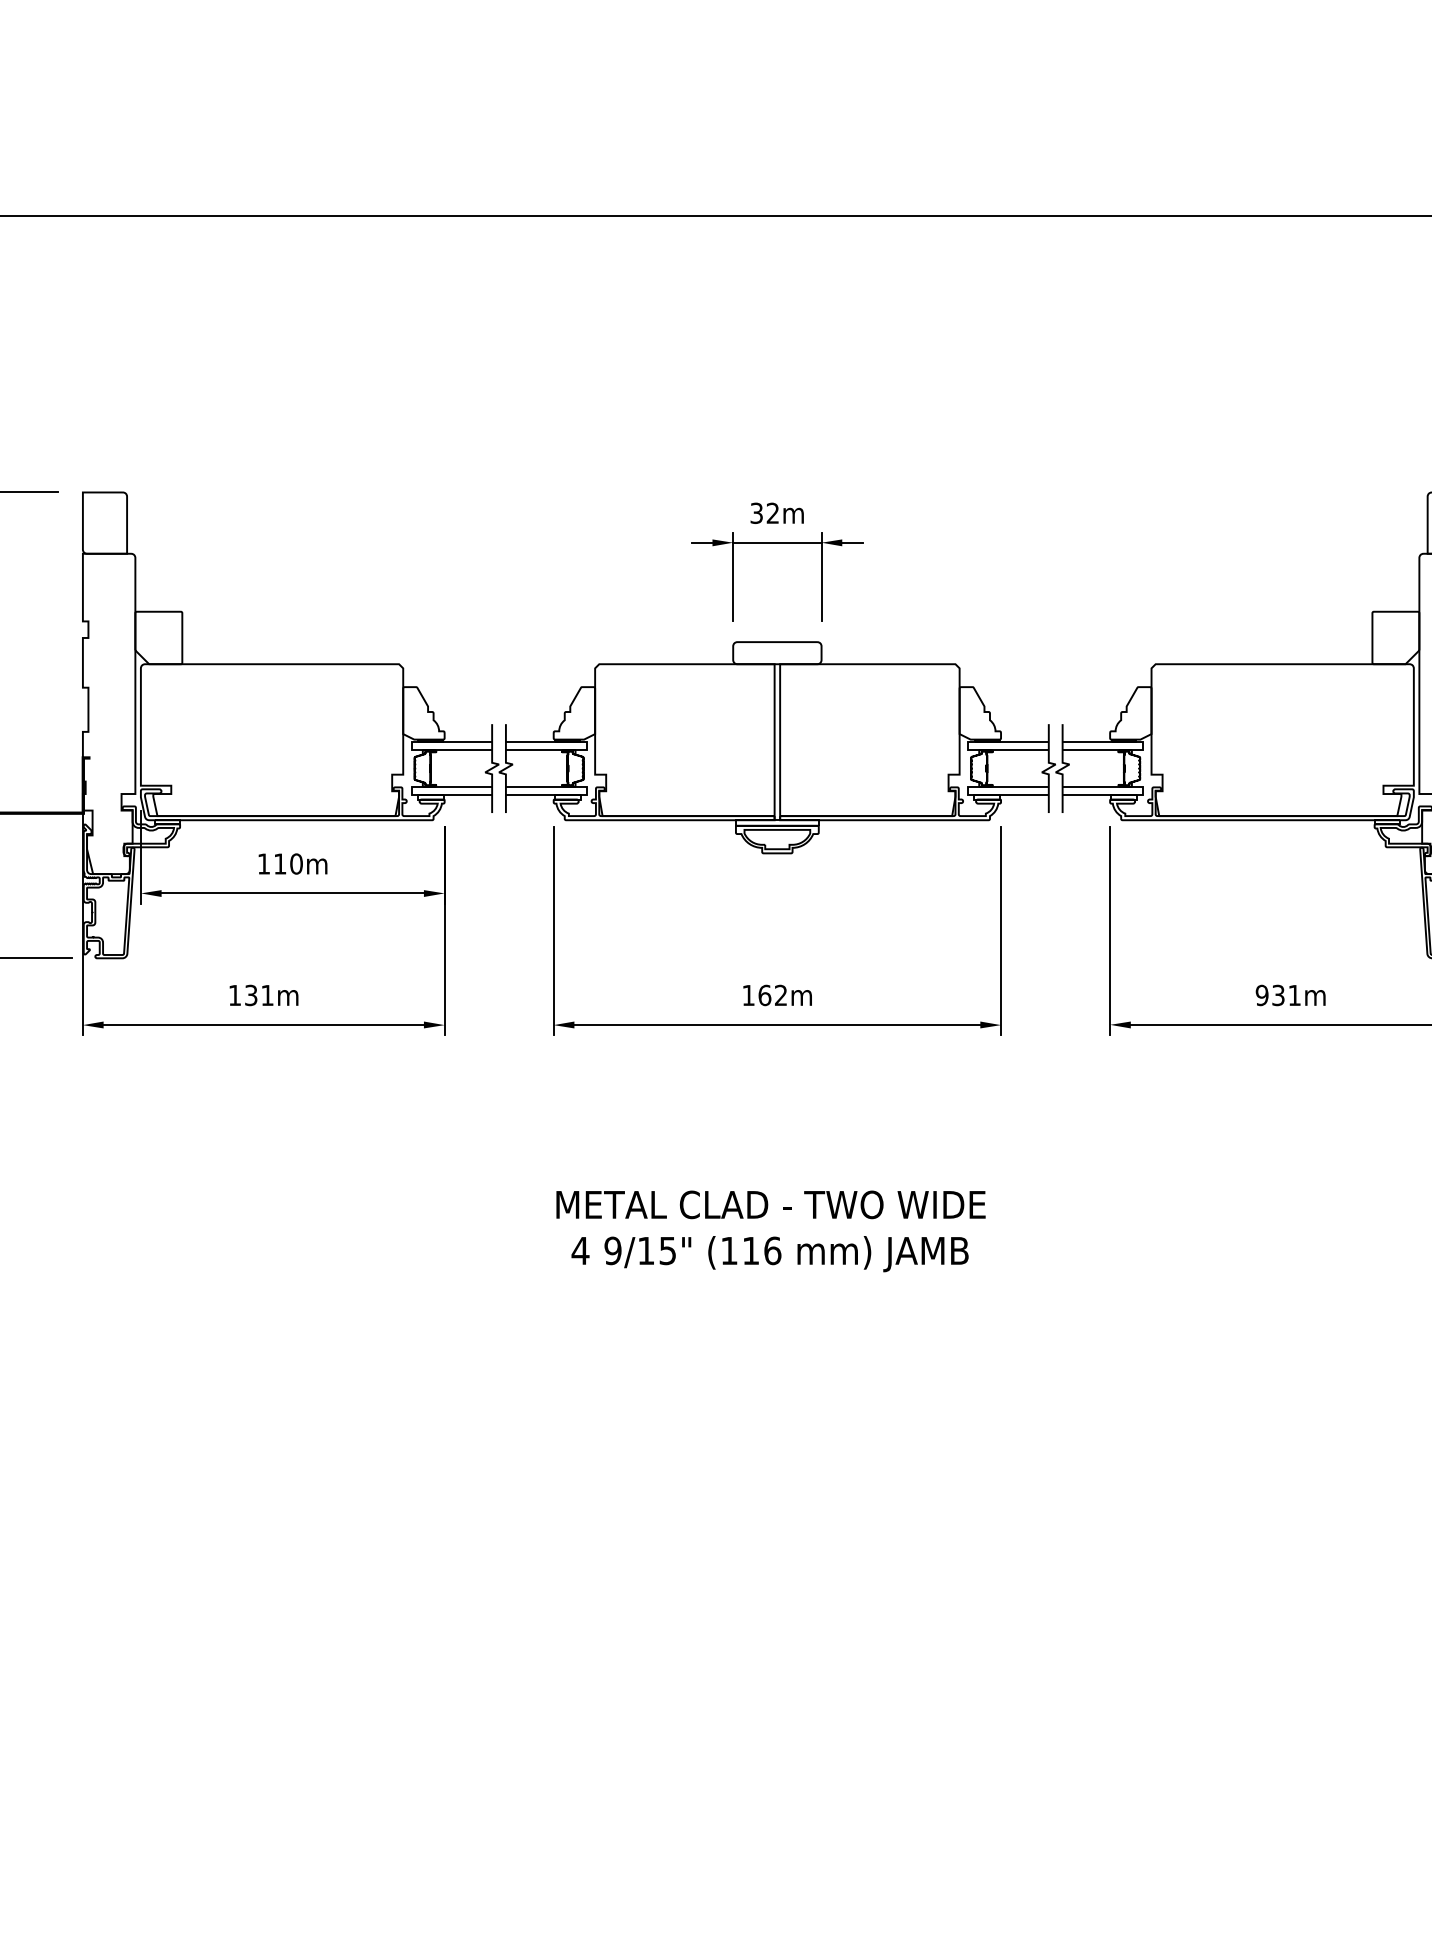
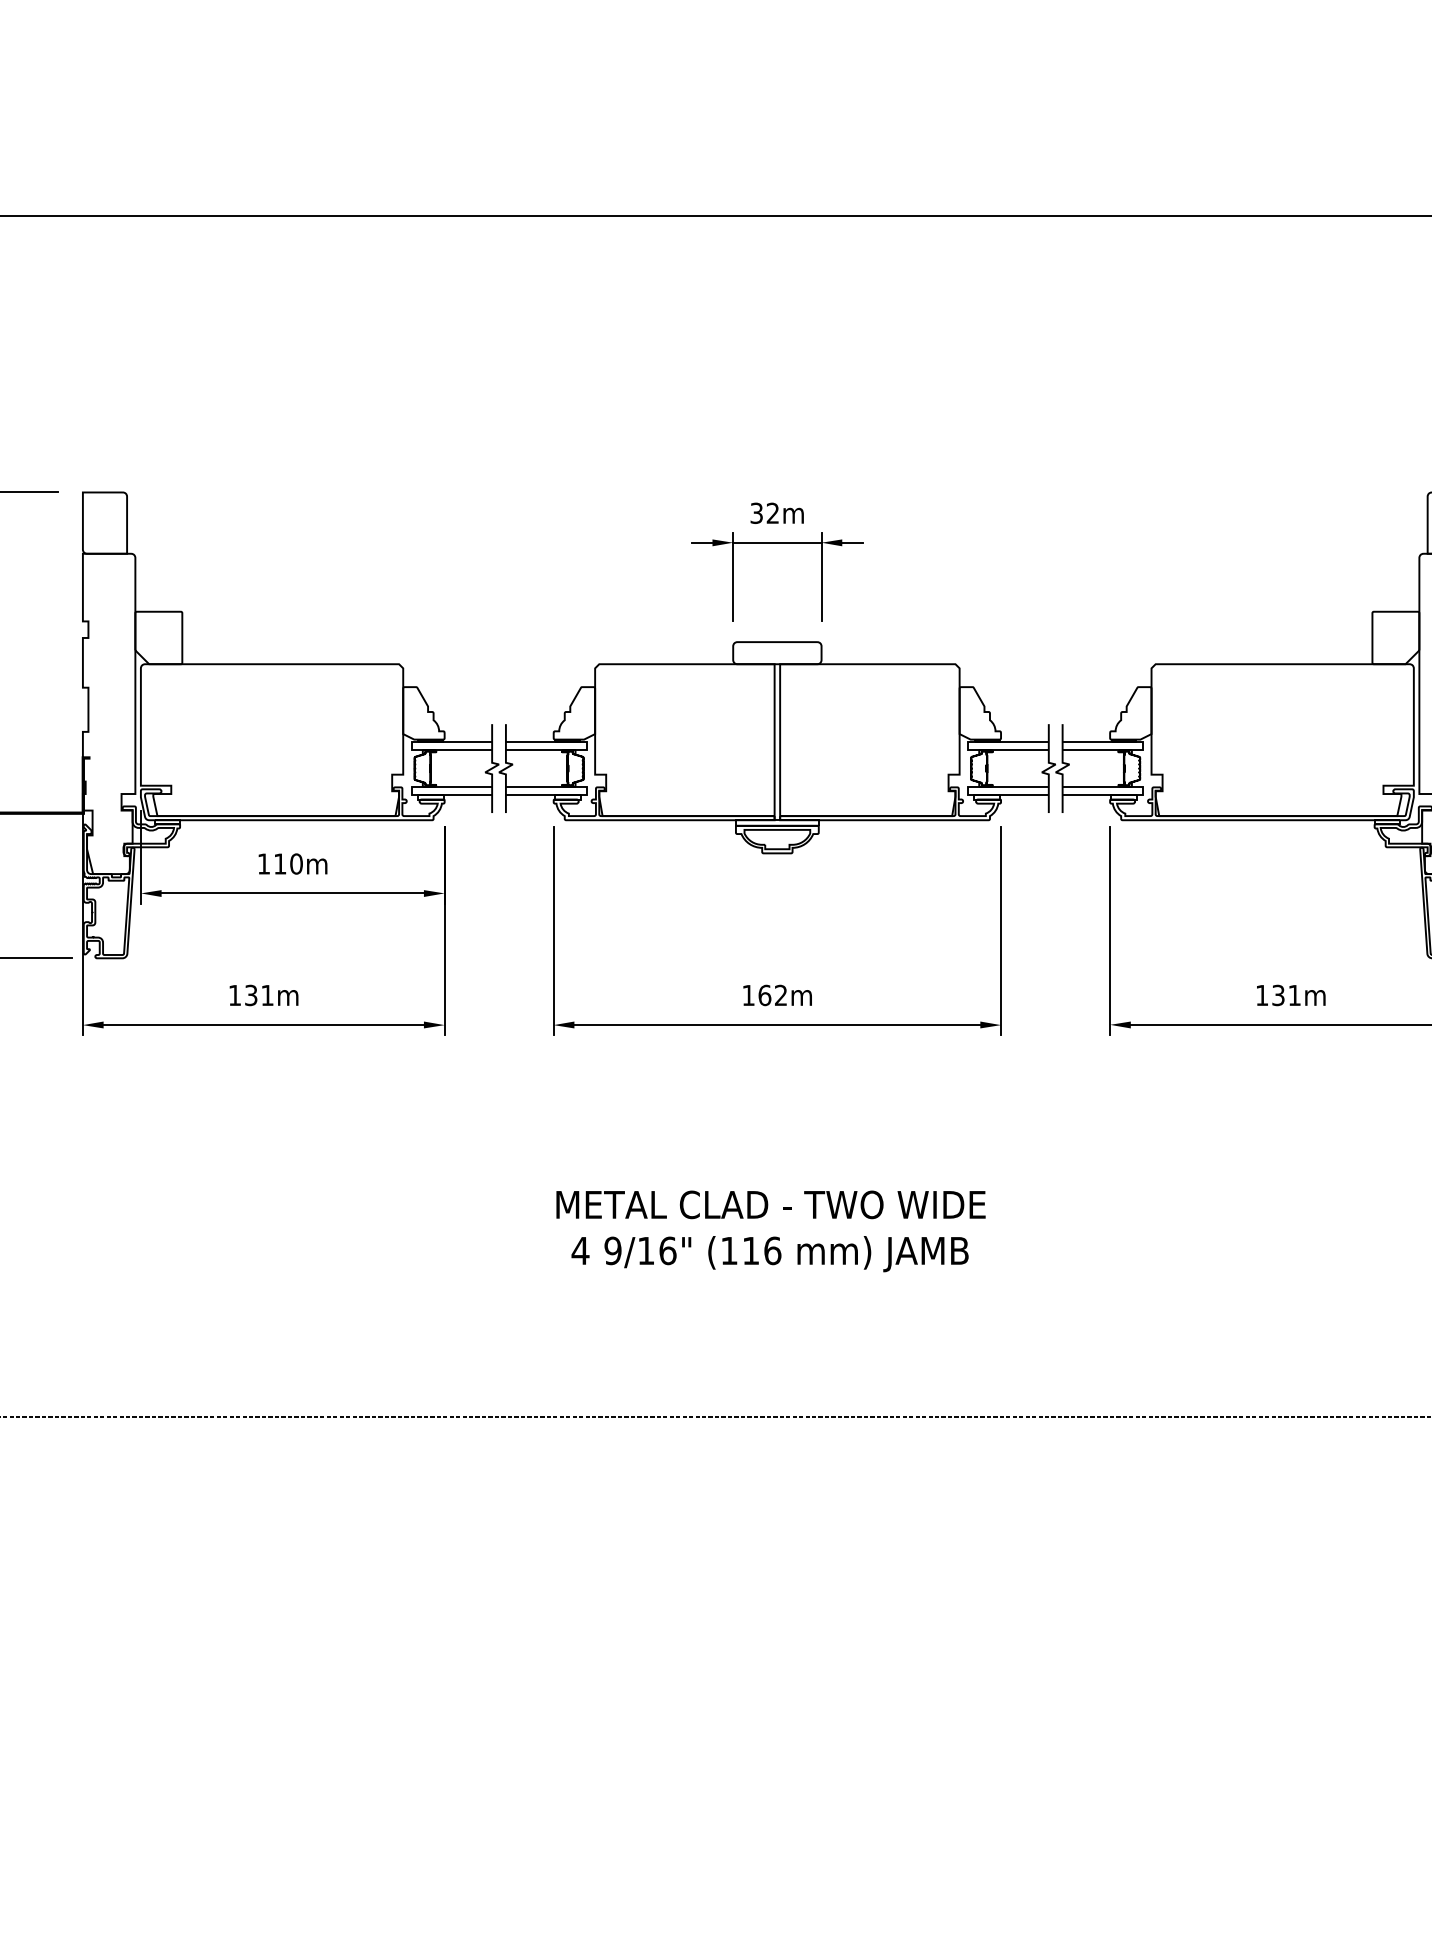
text at (1261, 995): 931m -> 131m
text at (667, 1250): 9/15" -> 9/16"
line at (715, 1416): none -> present
